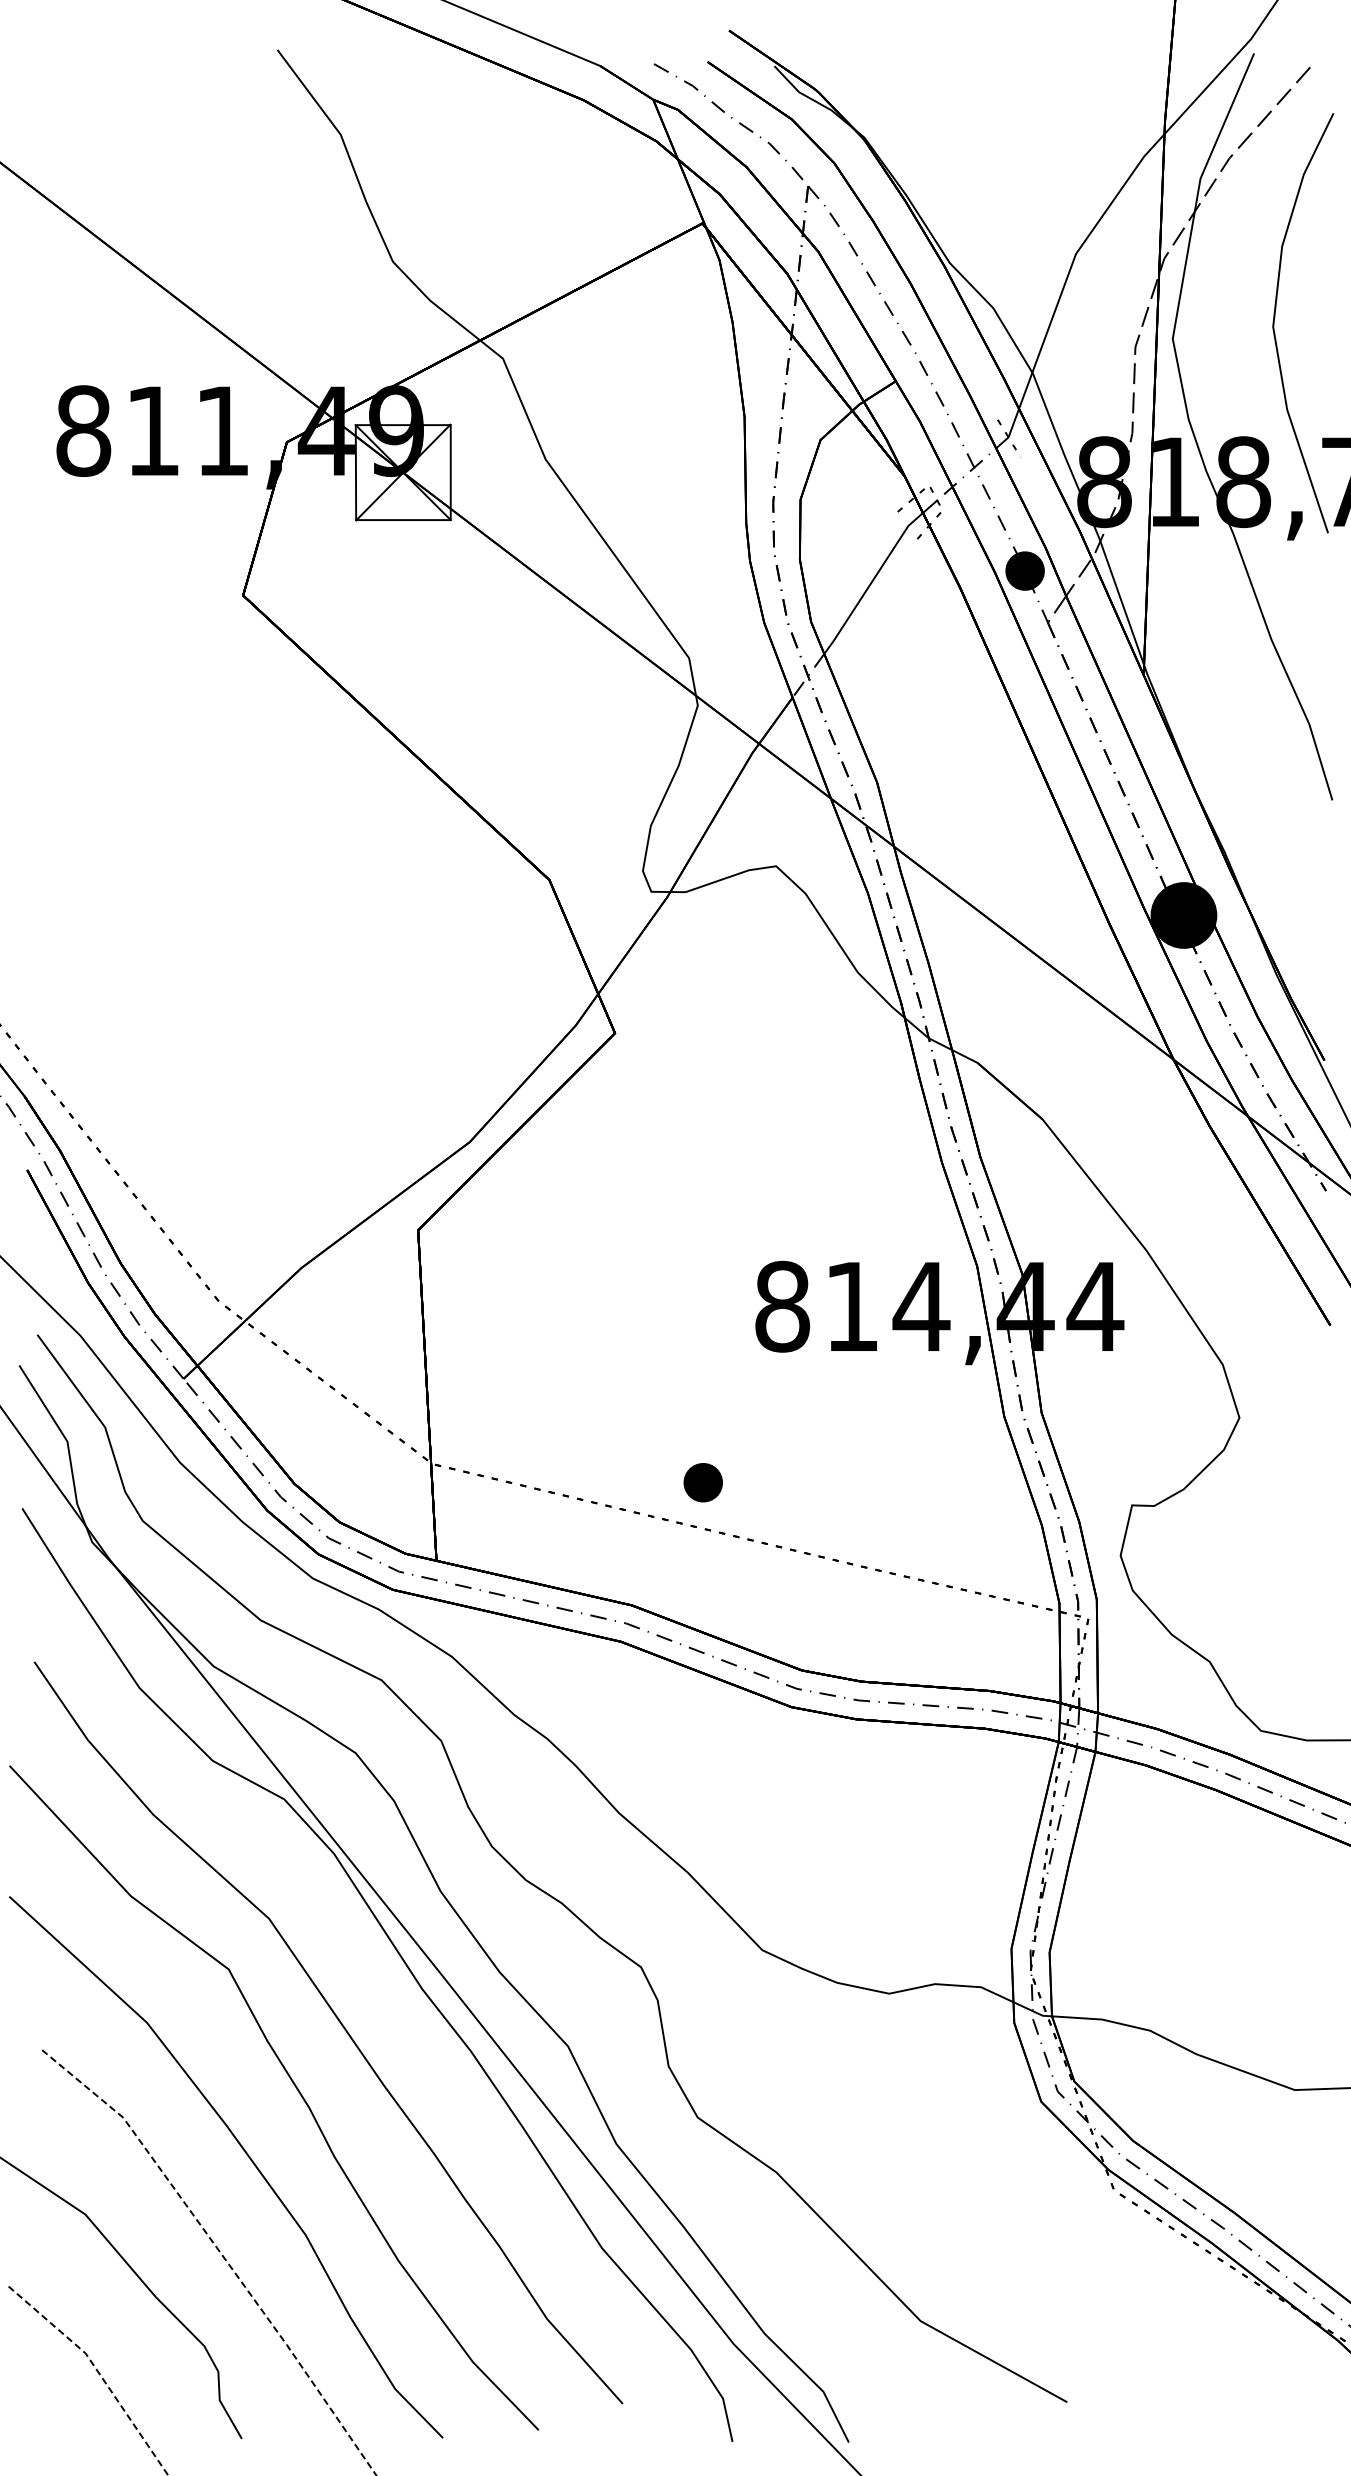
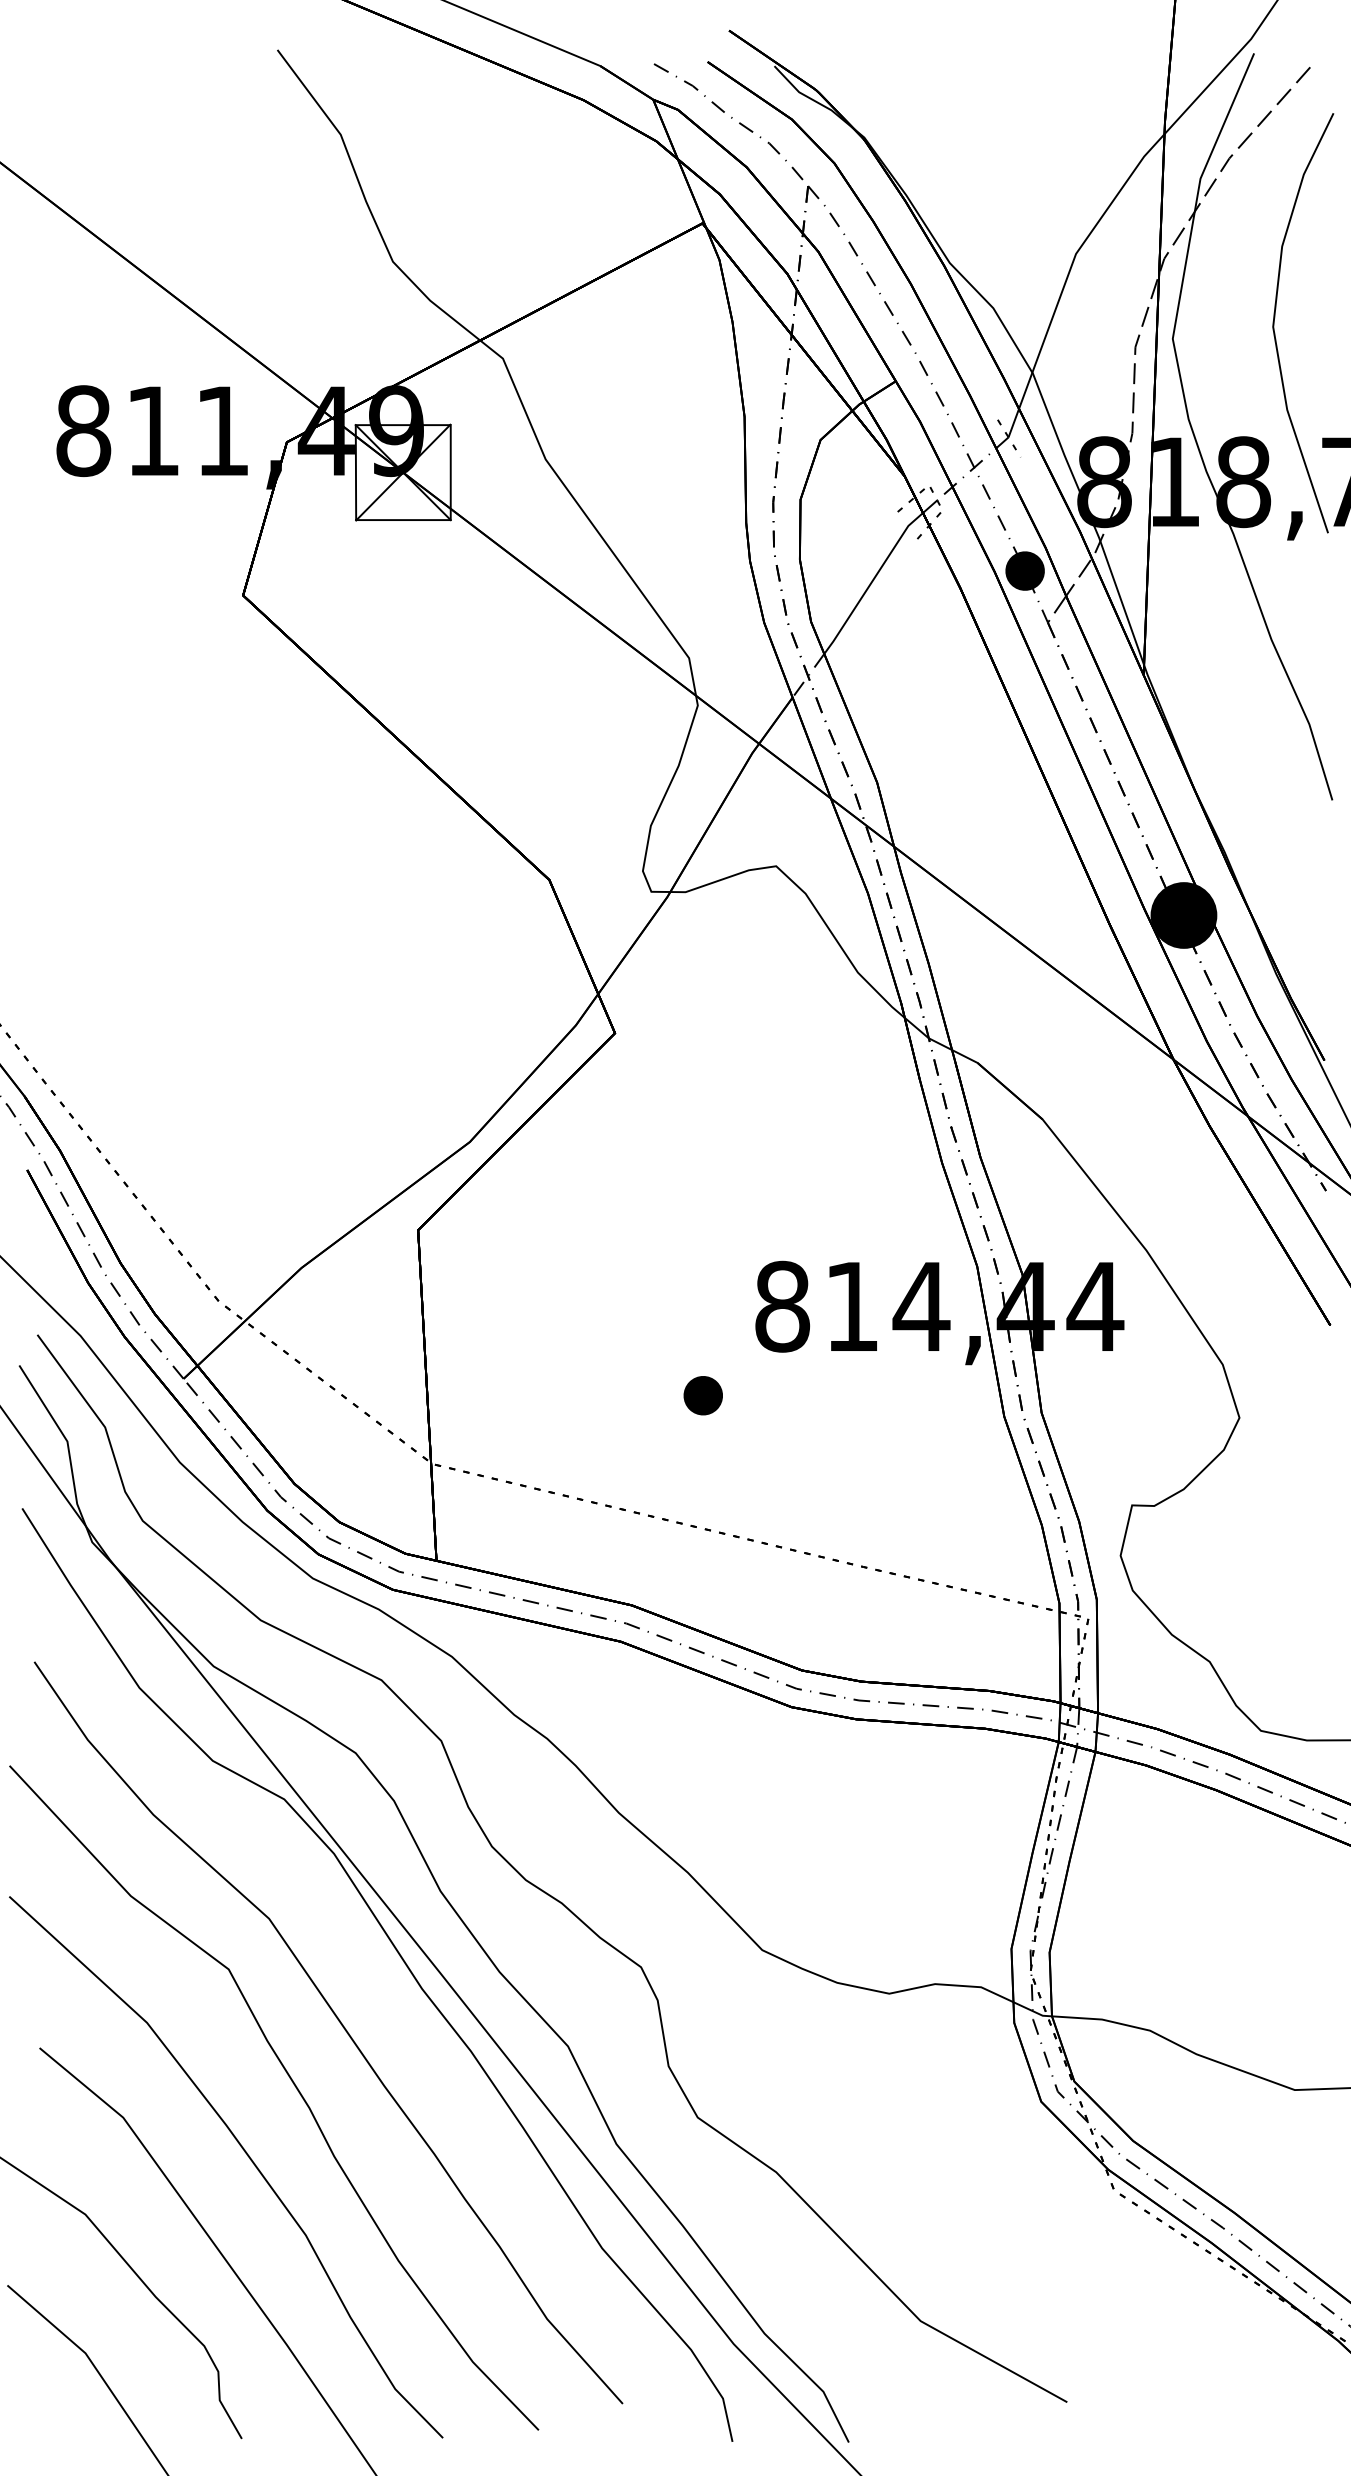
part at (702, 1482) position: (702, 1482) -> (702, 1395)
line at (219, 2251): dashed -> solid
line at (97, 2371): dashed -> solid
